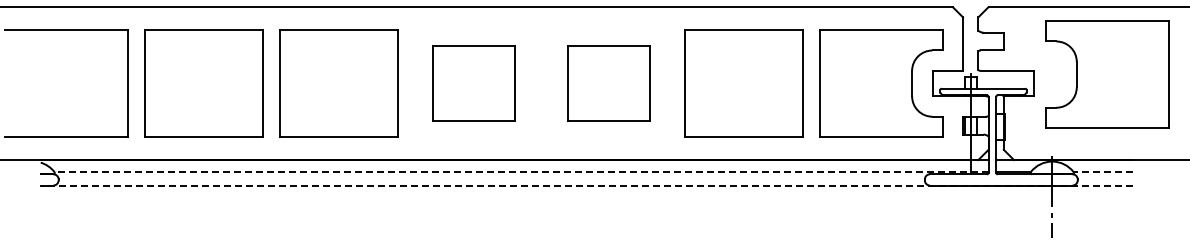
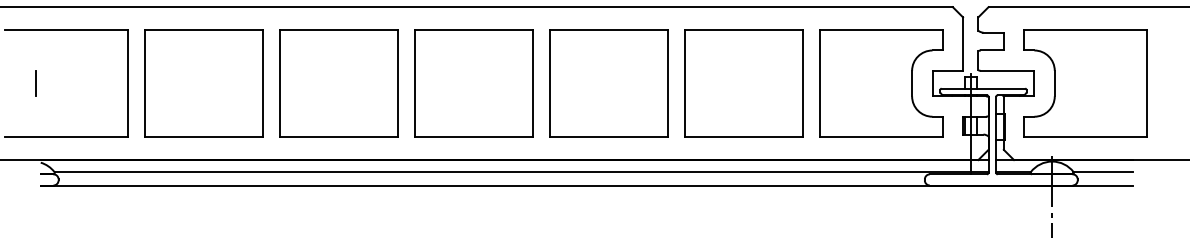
part at (1107, 74) position: (1107, 74) -> (1085, 83)
line at (35, 83): none -> present
part at (473, 83) size: 84x77 px -> 120x109 px
part at (608, 83) size: 84x77 px -> 120x109 px
line at (521, 171): dashed -> solid
line at (1103, 171): dashed -> solid
line at (586, 185): dashed -> solid
